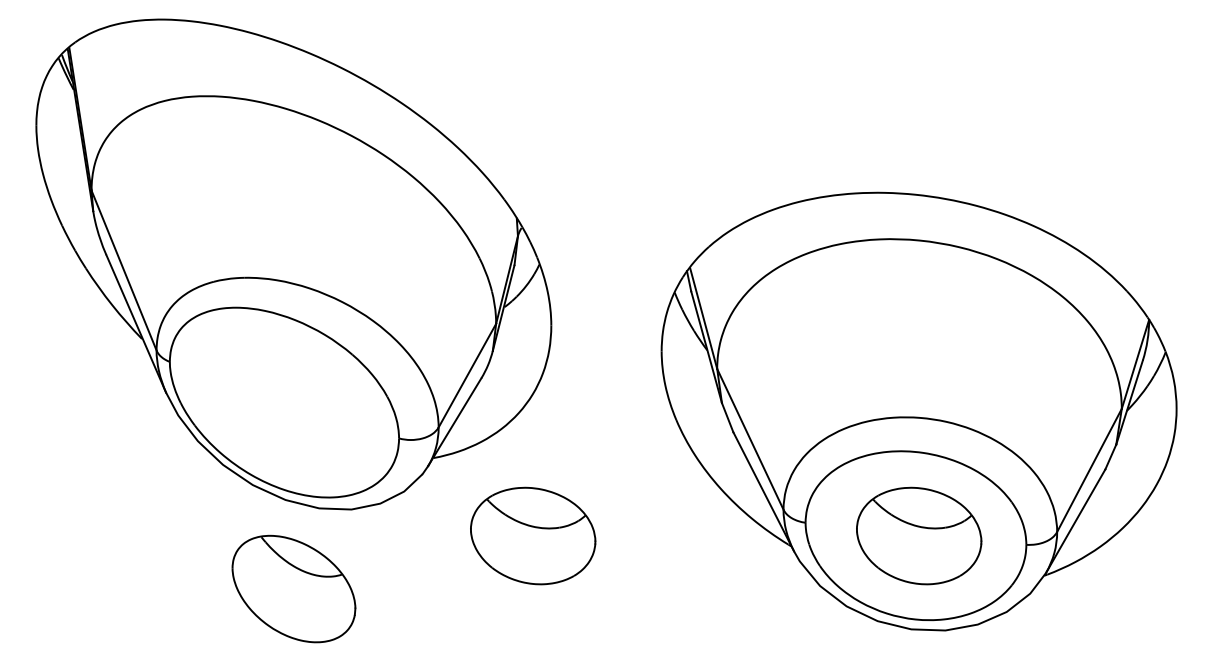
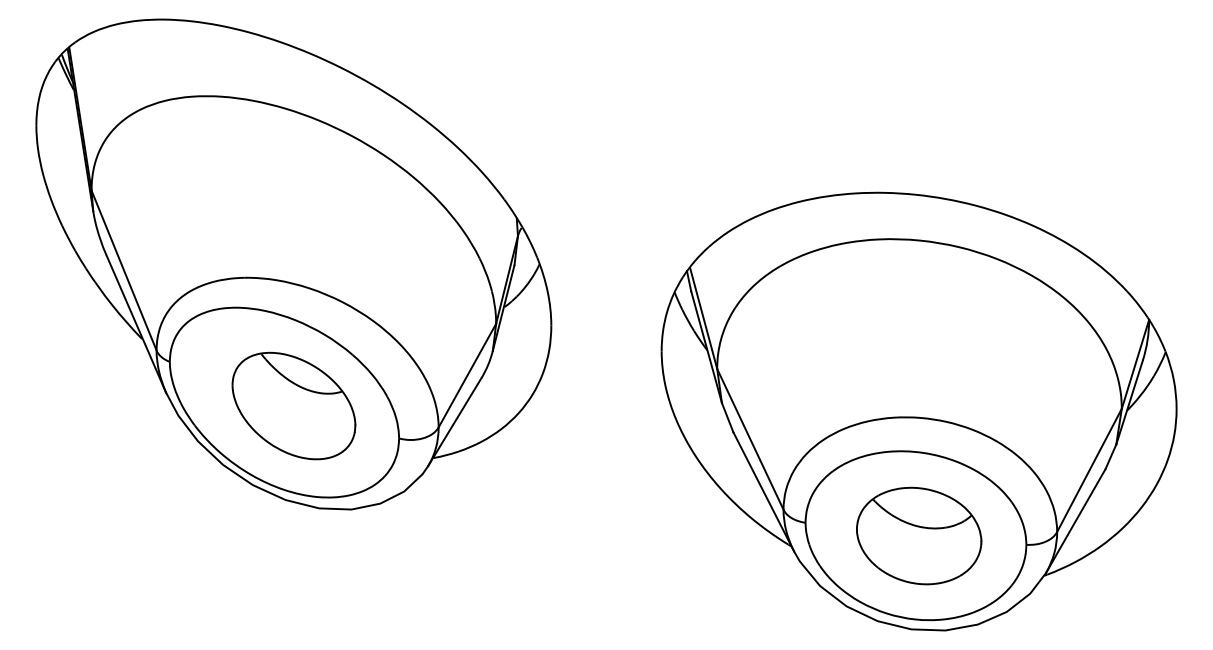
part at (533, 535): present -> none
part at (293, 588) position: (293, 588) -> (293, 405)
